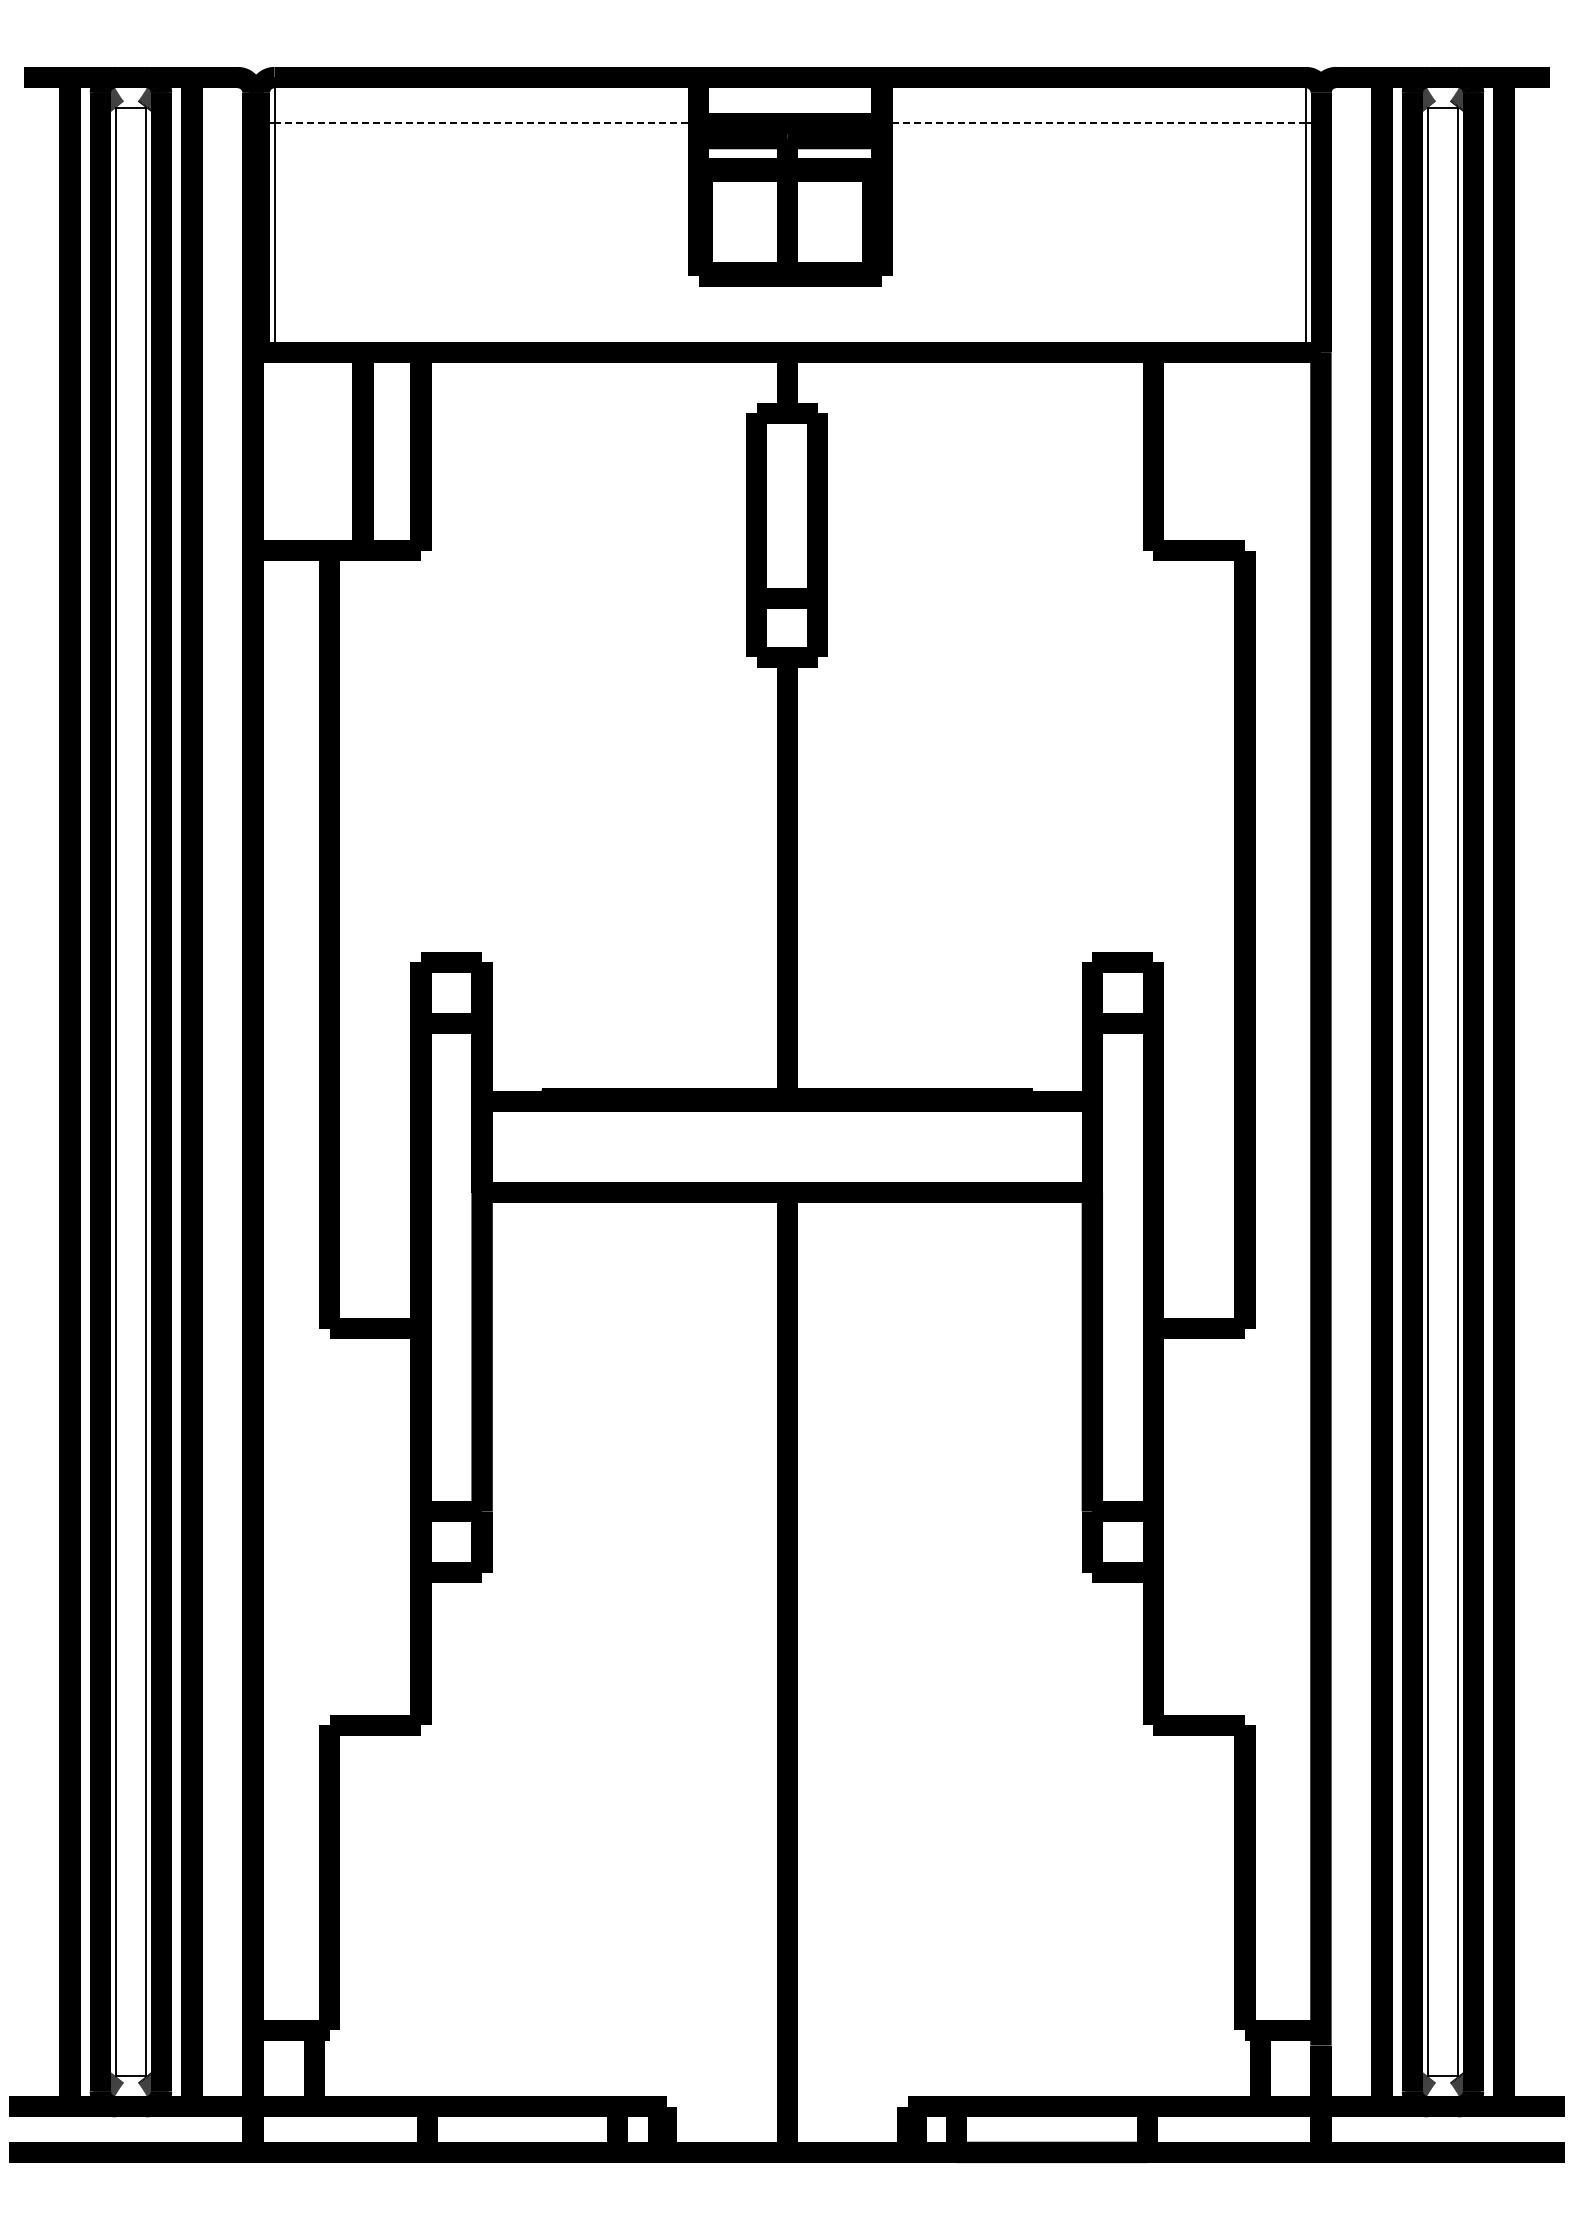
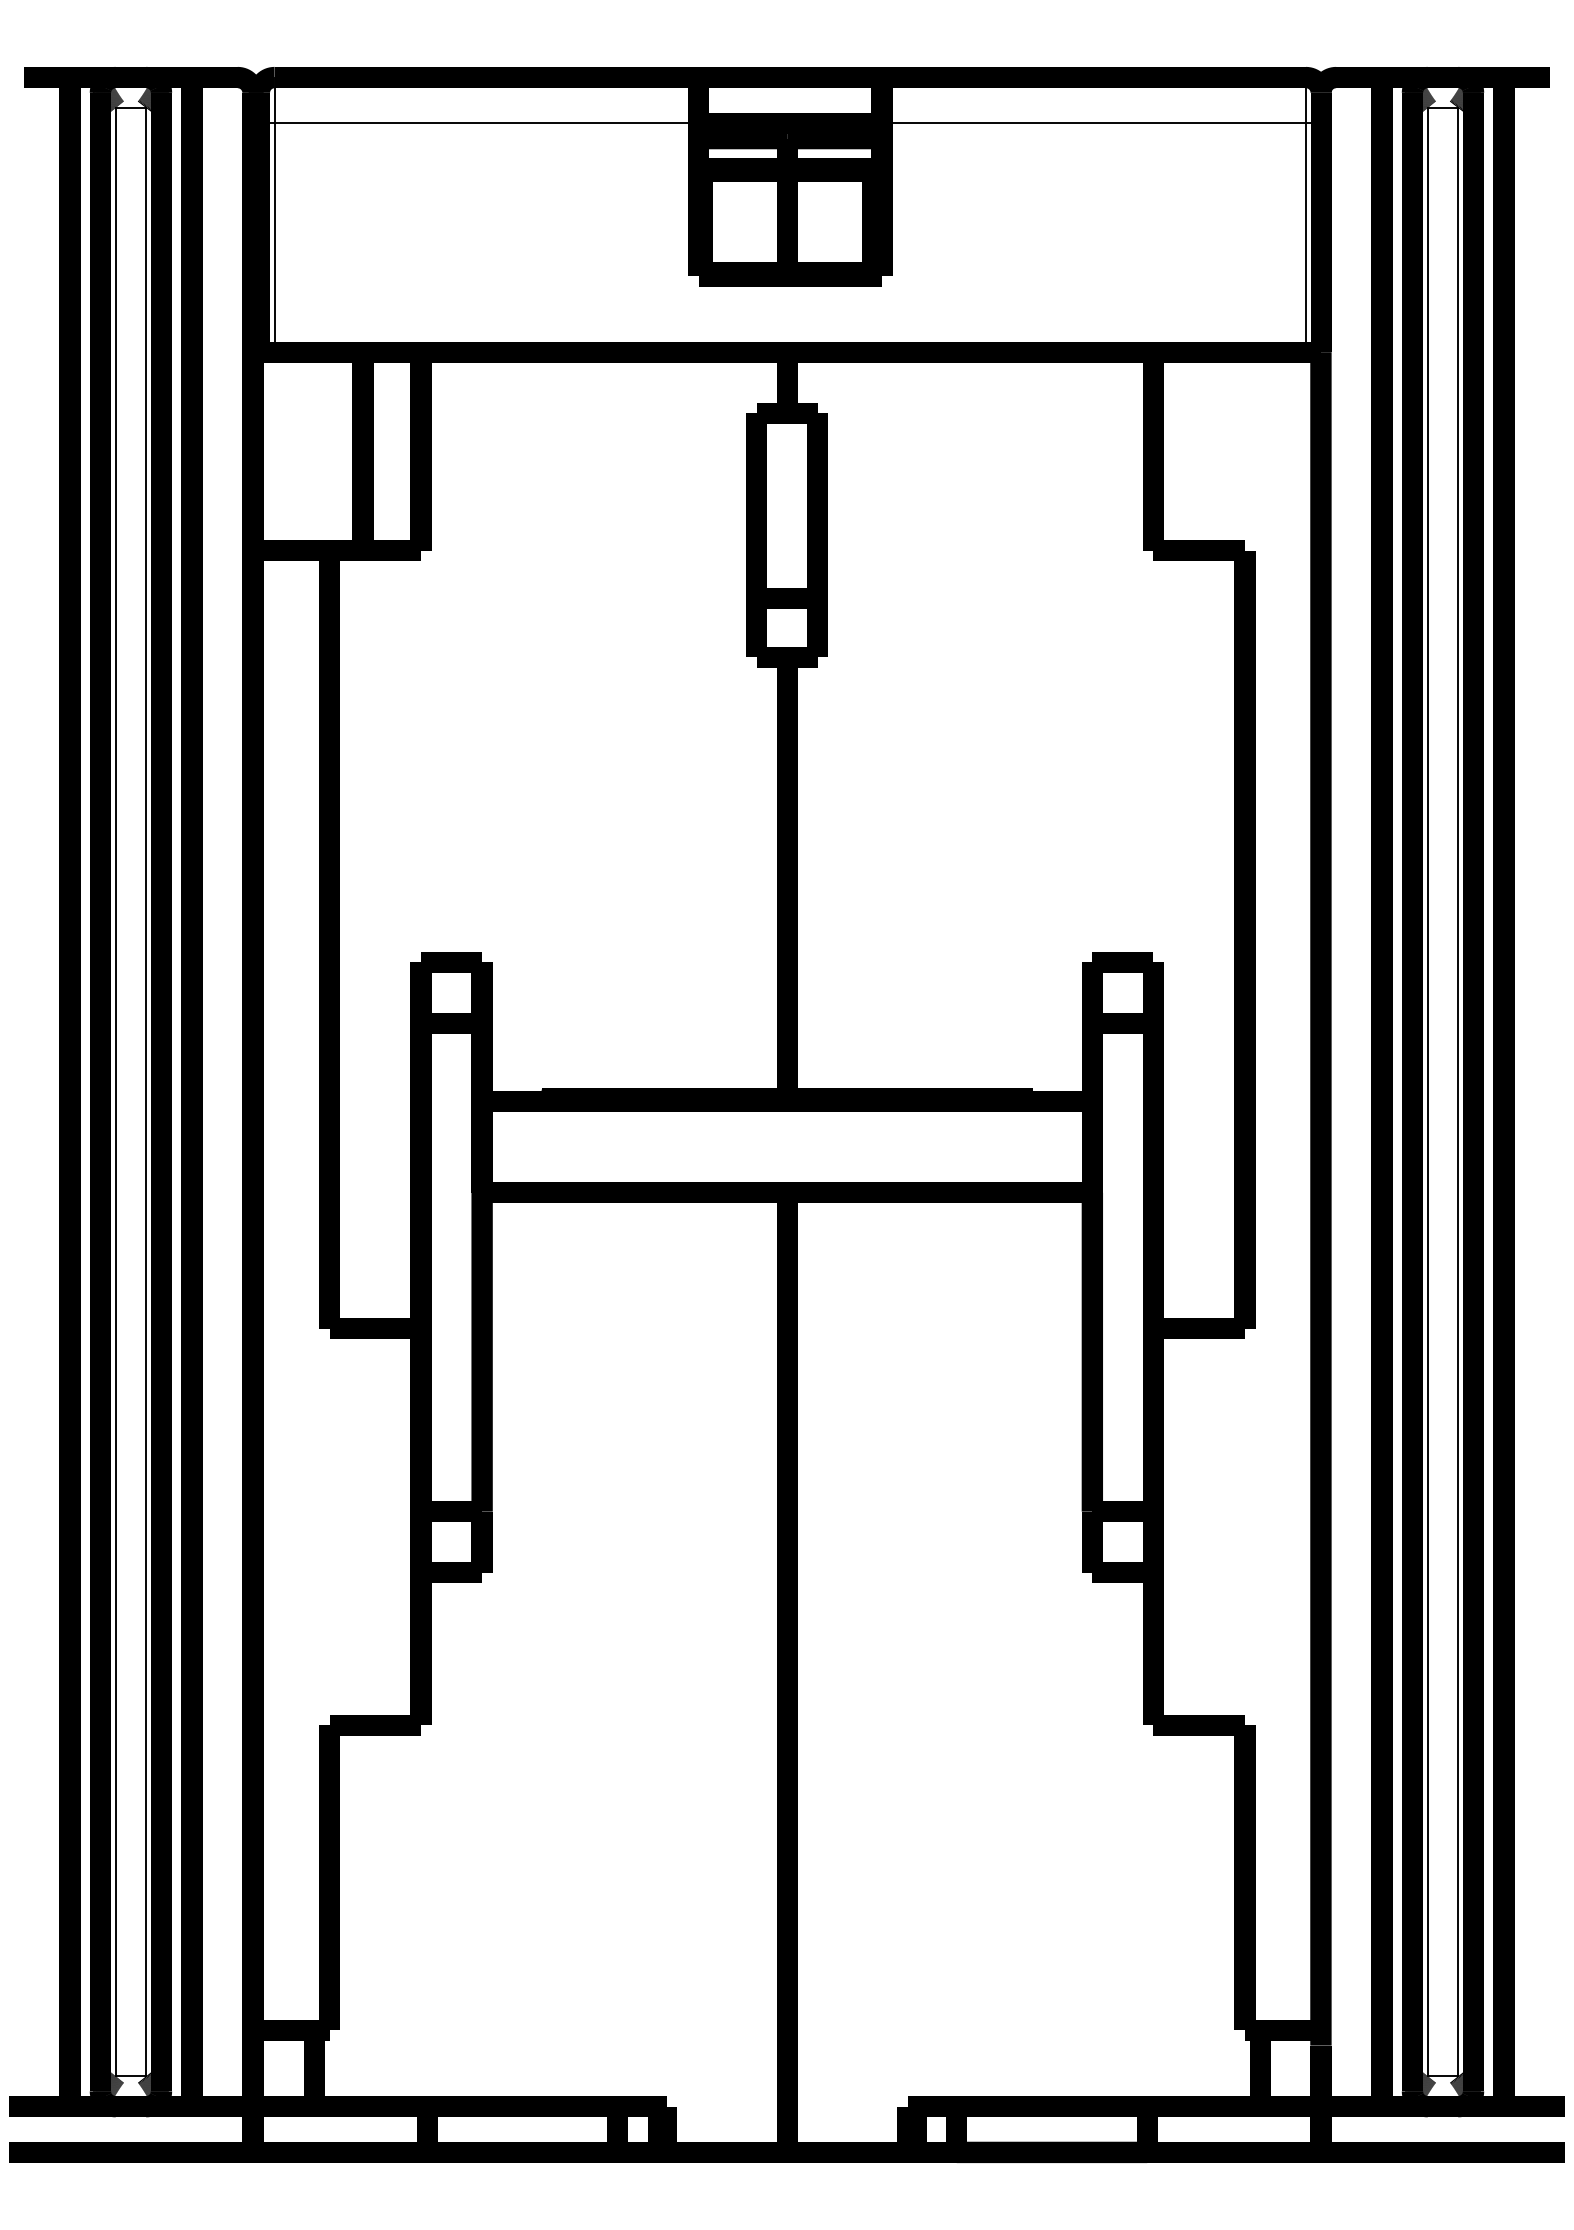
line at (486, 123): dashed -> solid
line at (1093, 123): dashed -> solid
